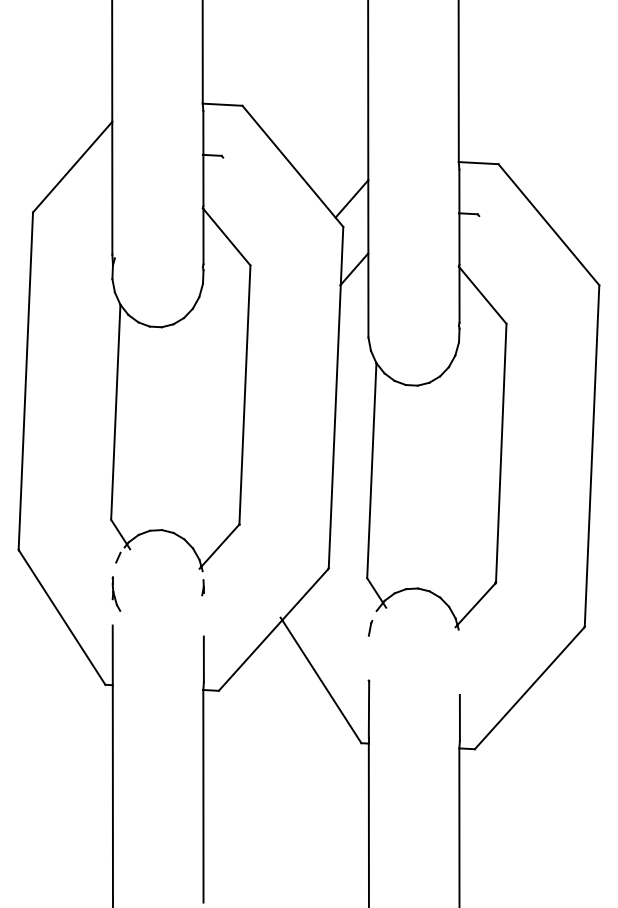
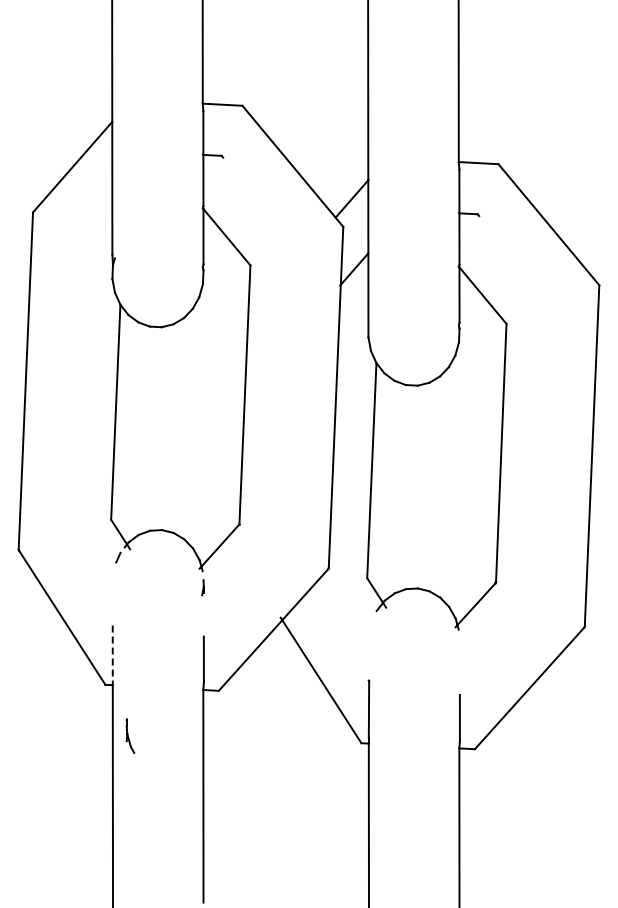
part at (116, 593) position: (116, 593) -> (130, 735)
line at (370, 628): present -> none
line at (112, 655): solid -> dashed
